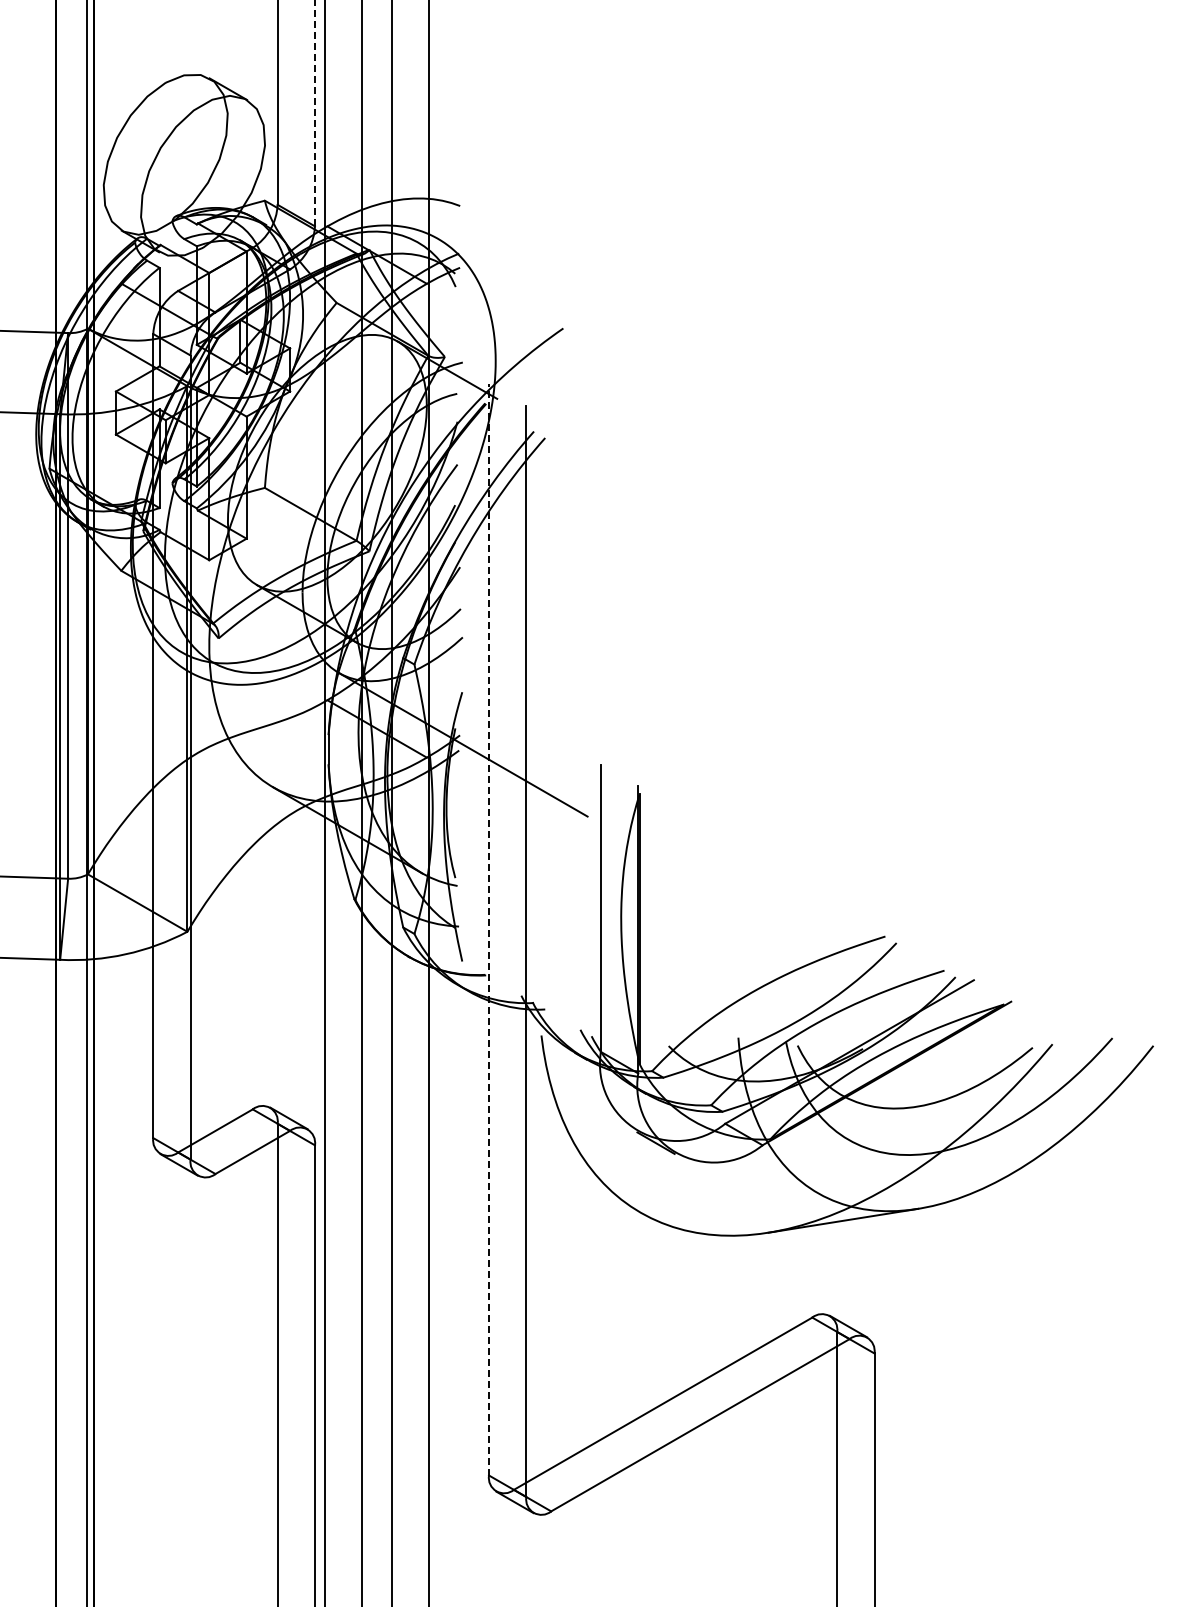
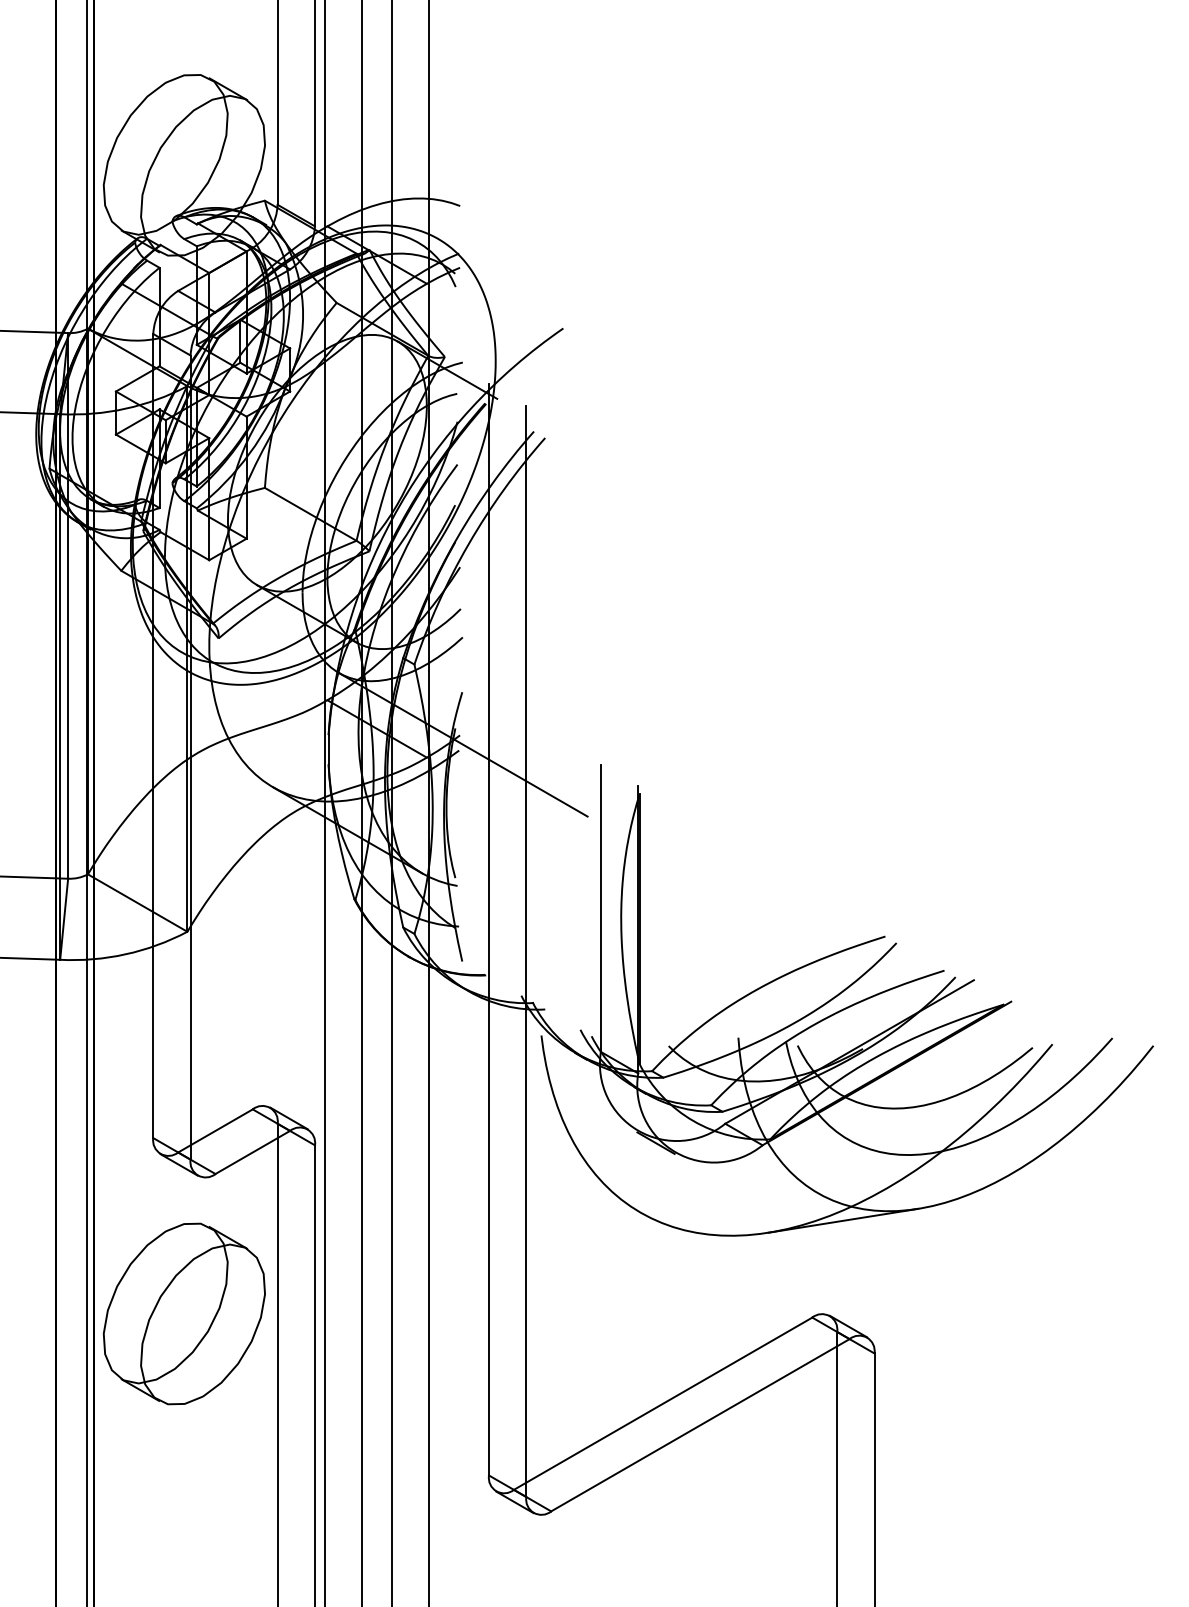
line at (314, 113): dashed -> solid
line at (489, 929): dashed -> solid
part at (183, 1313): none -> present
